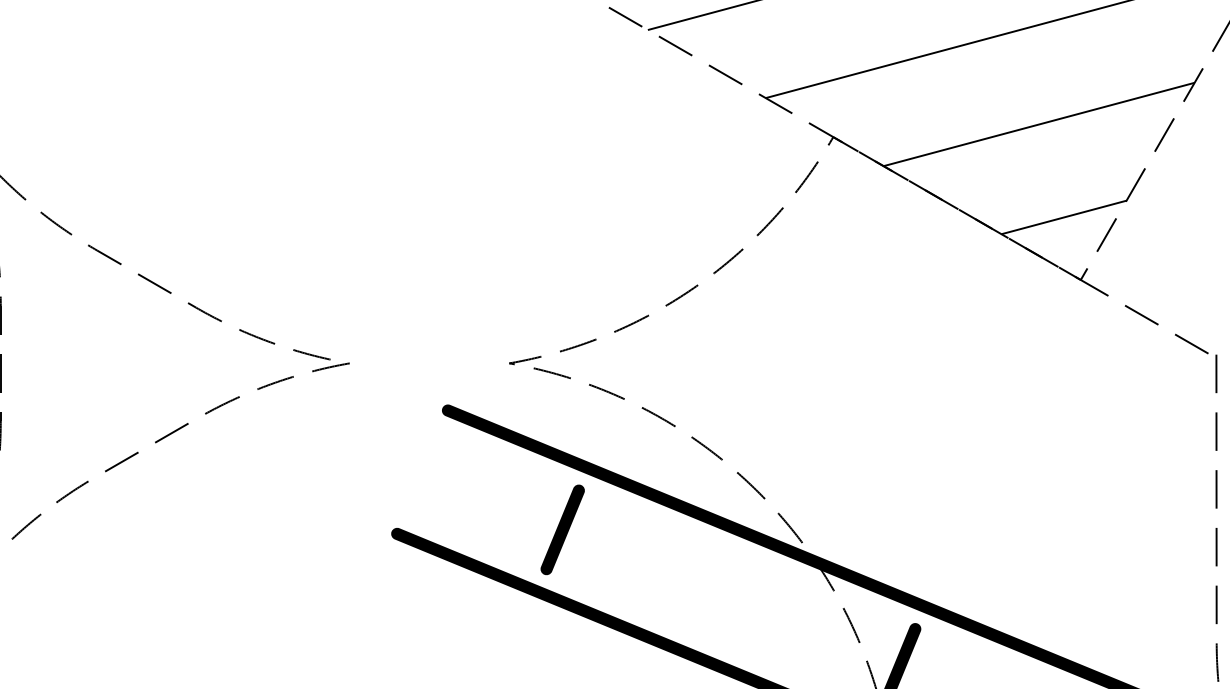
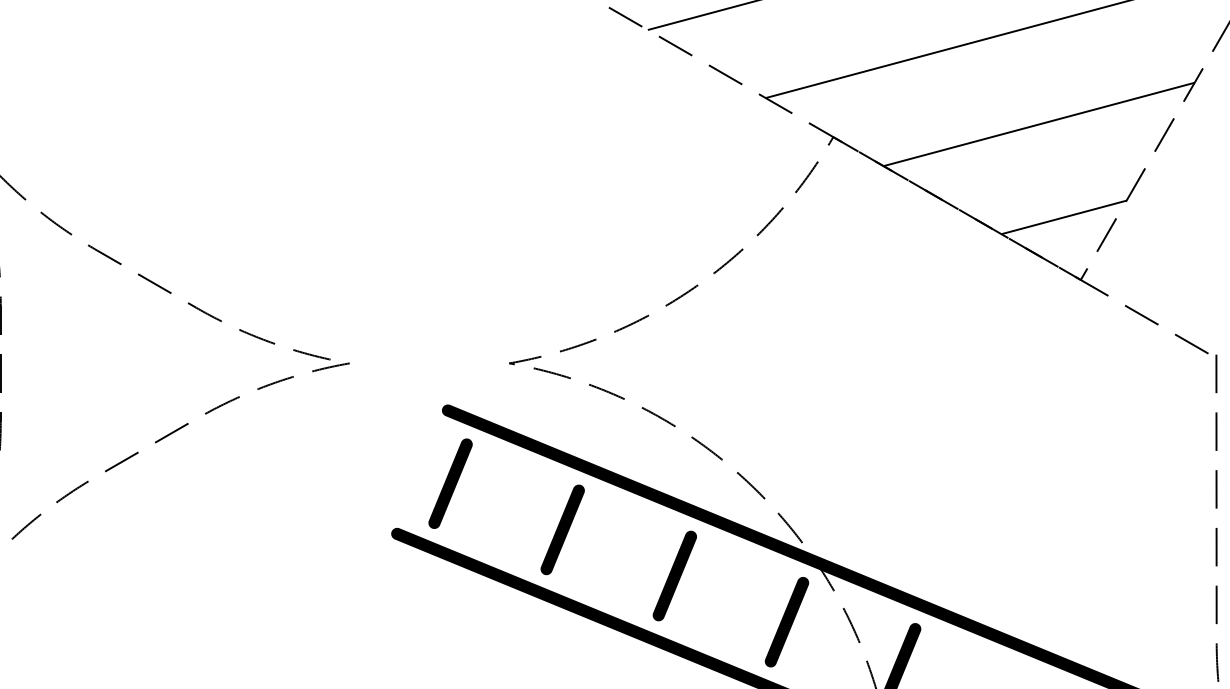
fill at (450, 483): none -> present
fill at (674, 575): none -> present
part at (786, 622): none -> present
